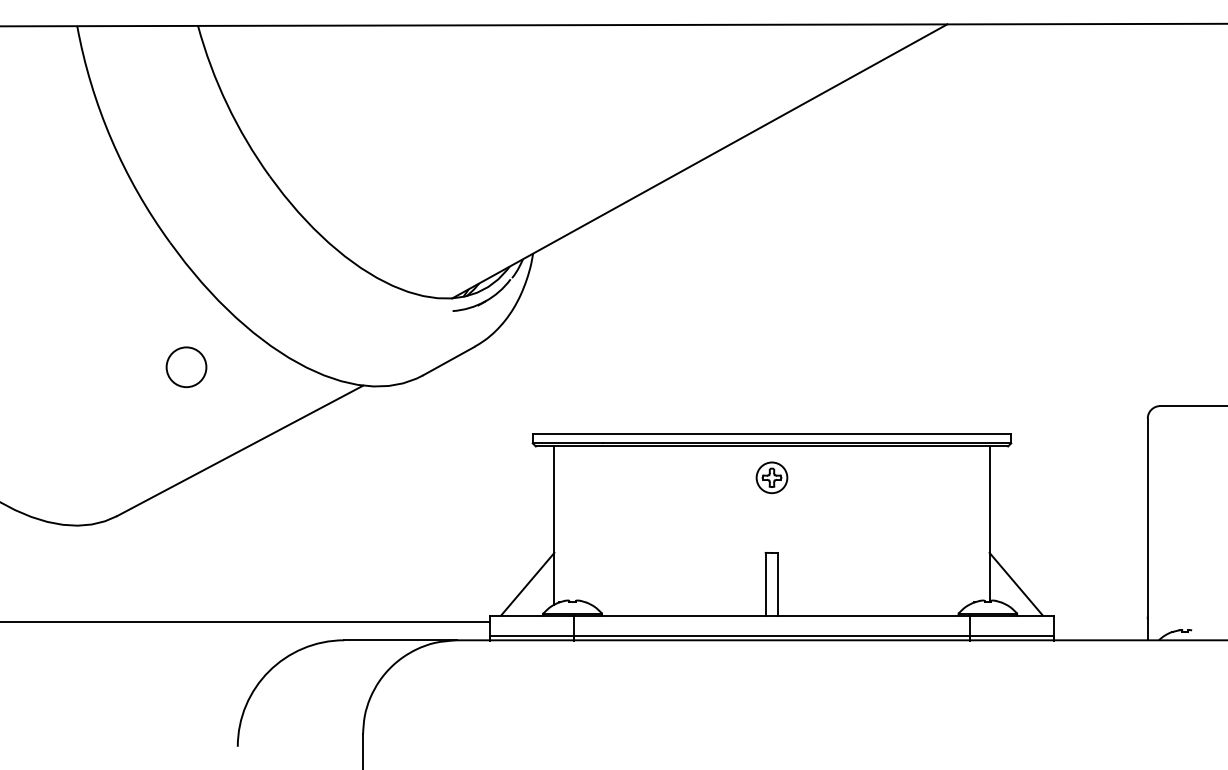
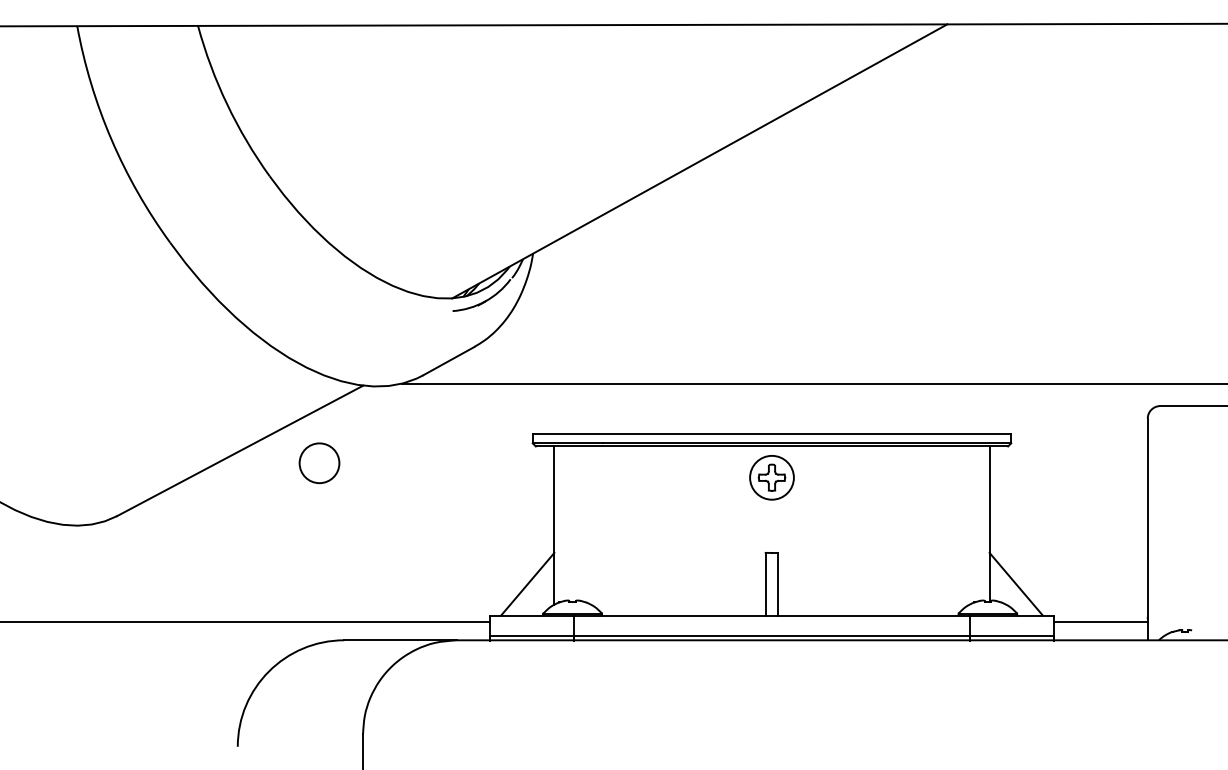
circle at (186, 367) position: (186, 367) -> (319, 463)
line at (812, 383): none -> present
part at (771, 477) size: 34x34 px -> 46x46 px
line at (1100, 622): none -> present
